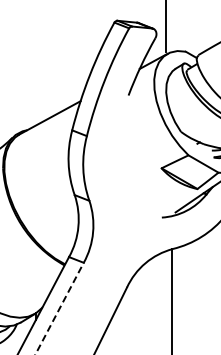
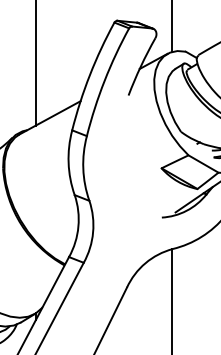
line at (165, 27) position: (165, 27) -> (171, 27)
line at (35, 63): none -> present
line at (59, 308): dashed -> solid
